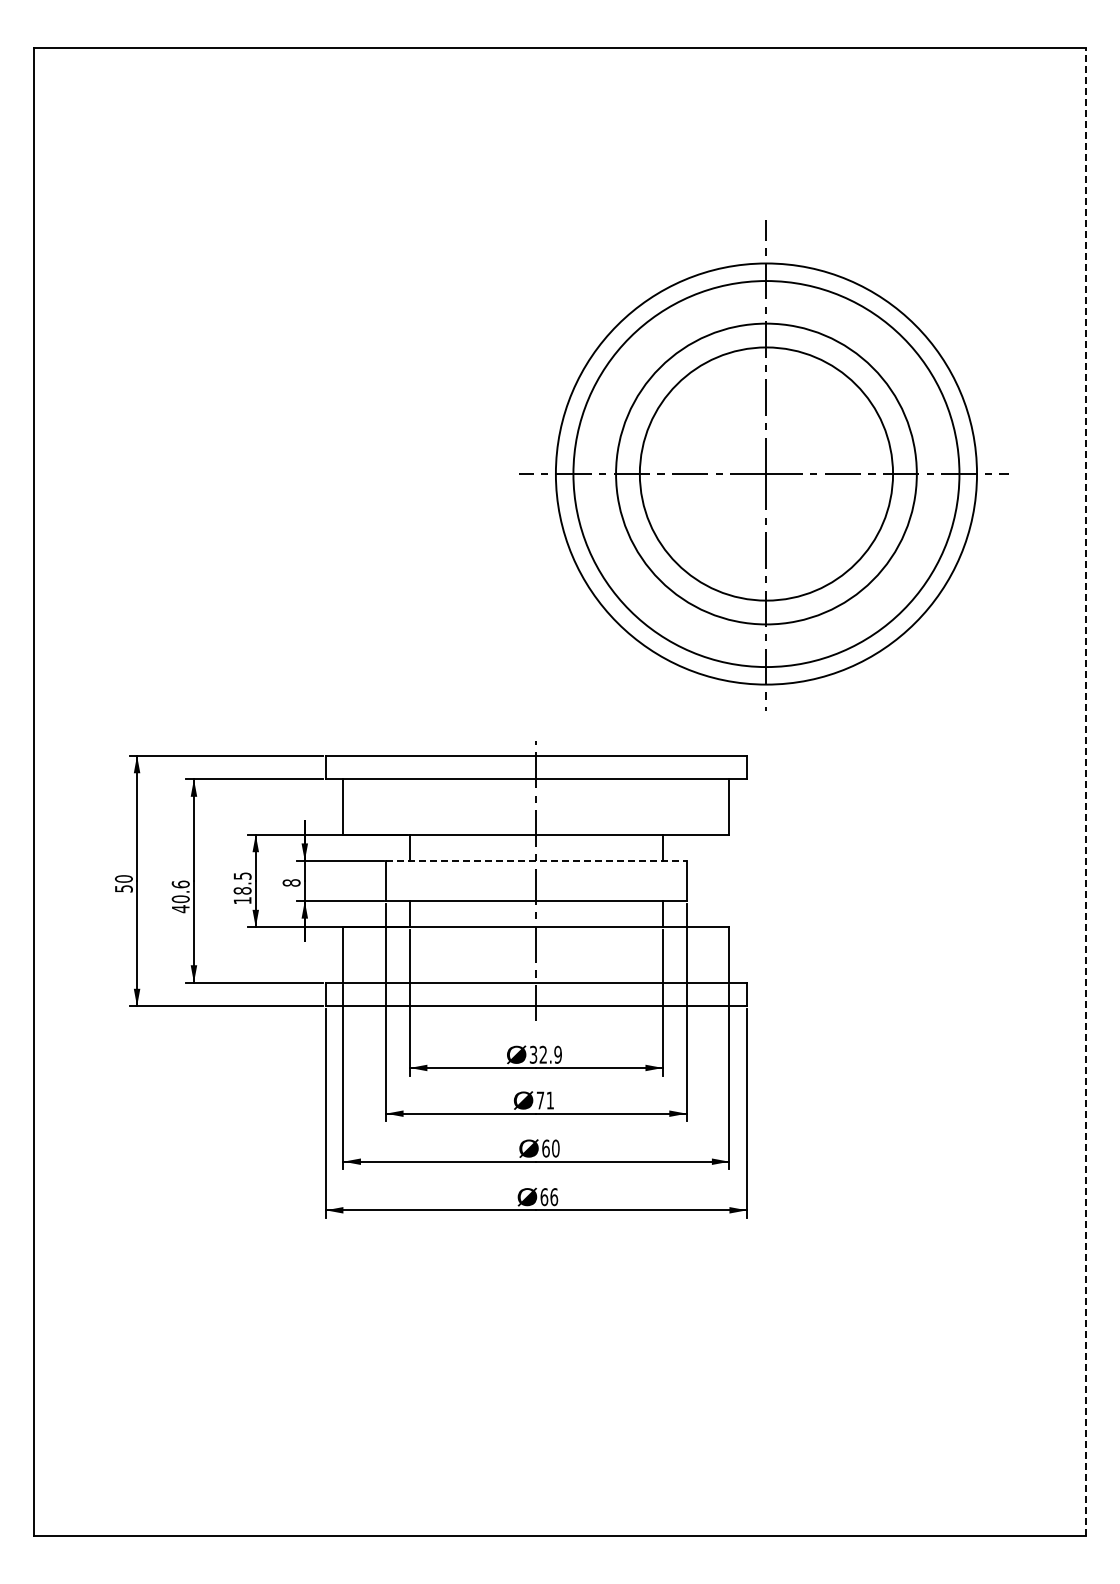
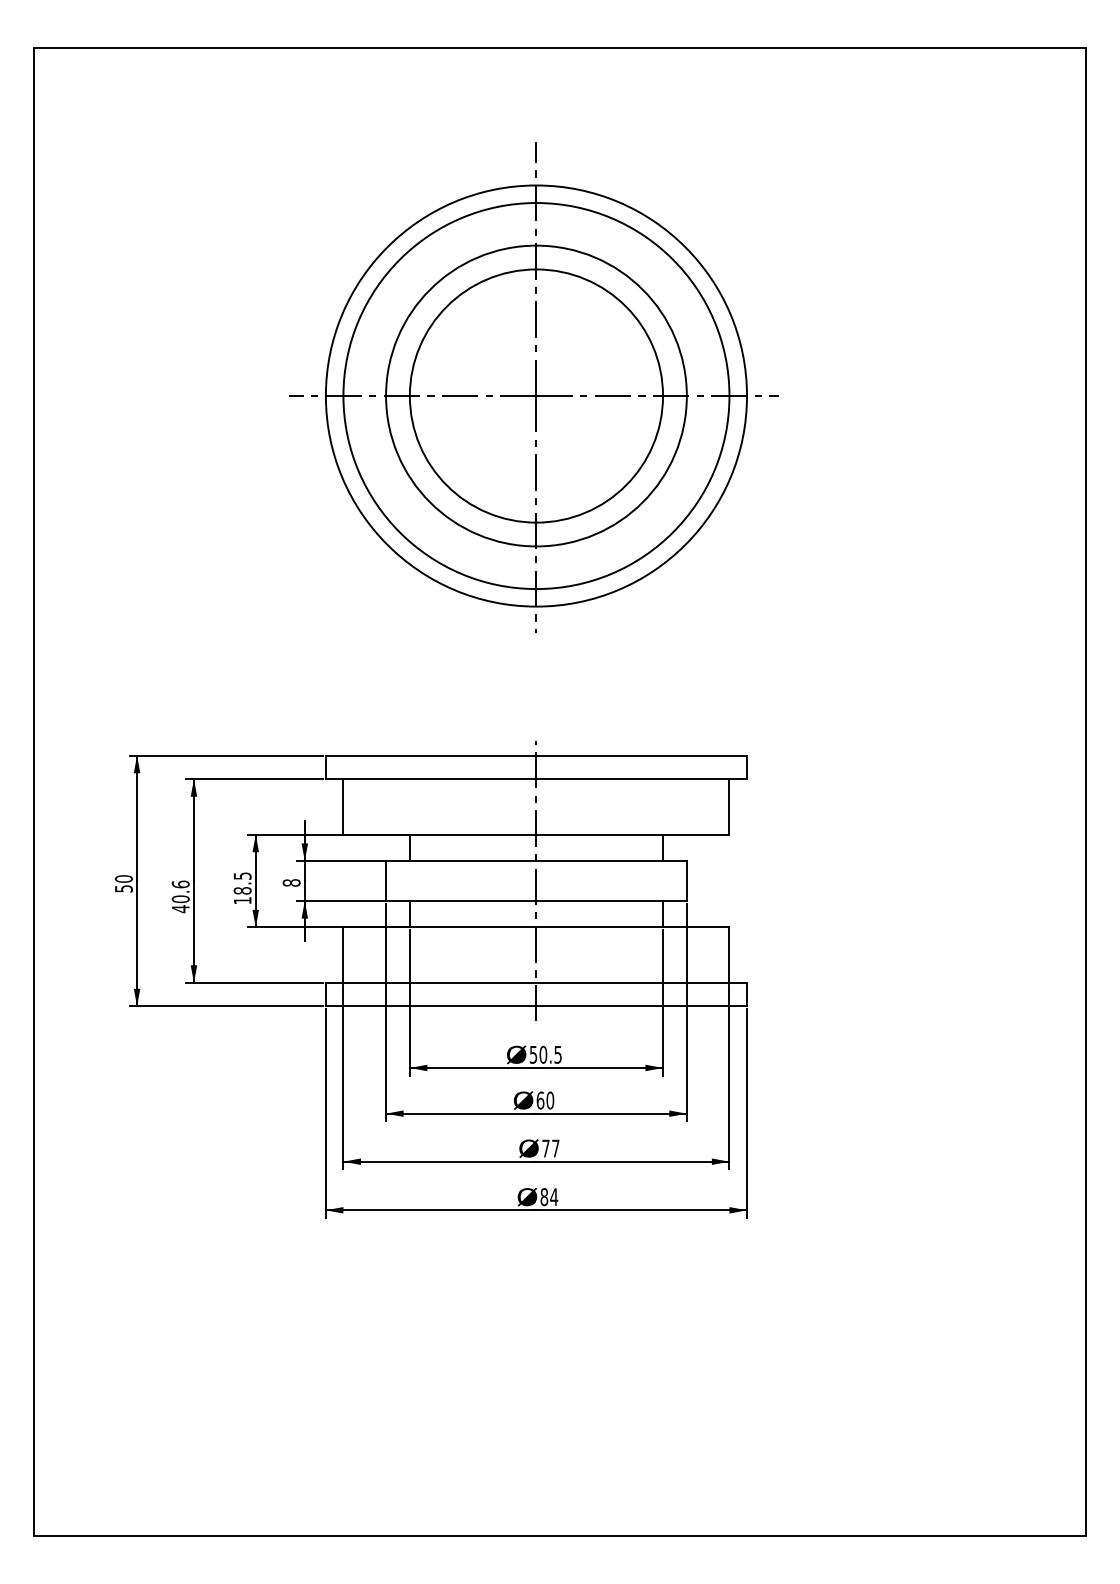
part at (763, 465) position: (763, 465) -> (533, 387)
line at (1086, 791): dashed -> solid
line at (536, 860): dashed -> solid
text at (545, 1054): 32.9 -> 50.5
text at (545, 1100): 71 -> 60
text at (550, 1148): 60 -> 77
text at (549, 1197): 66 -> 84
